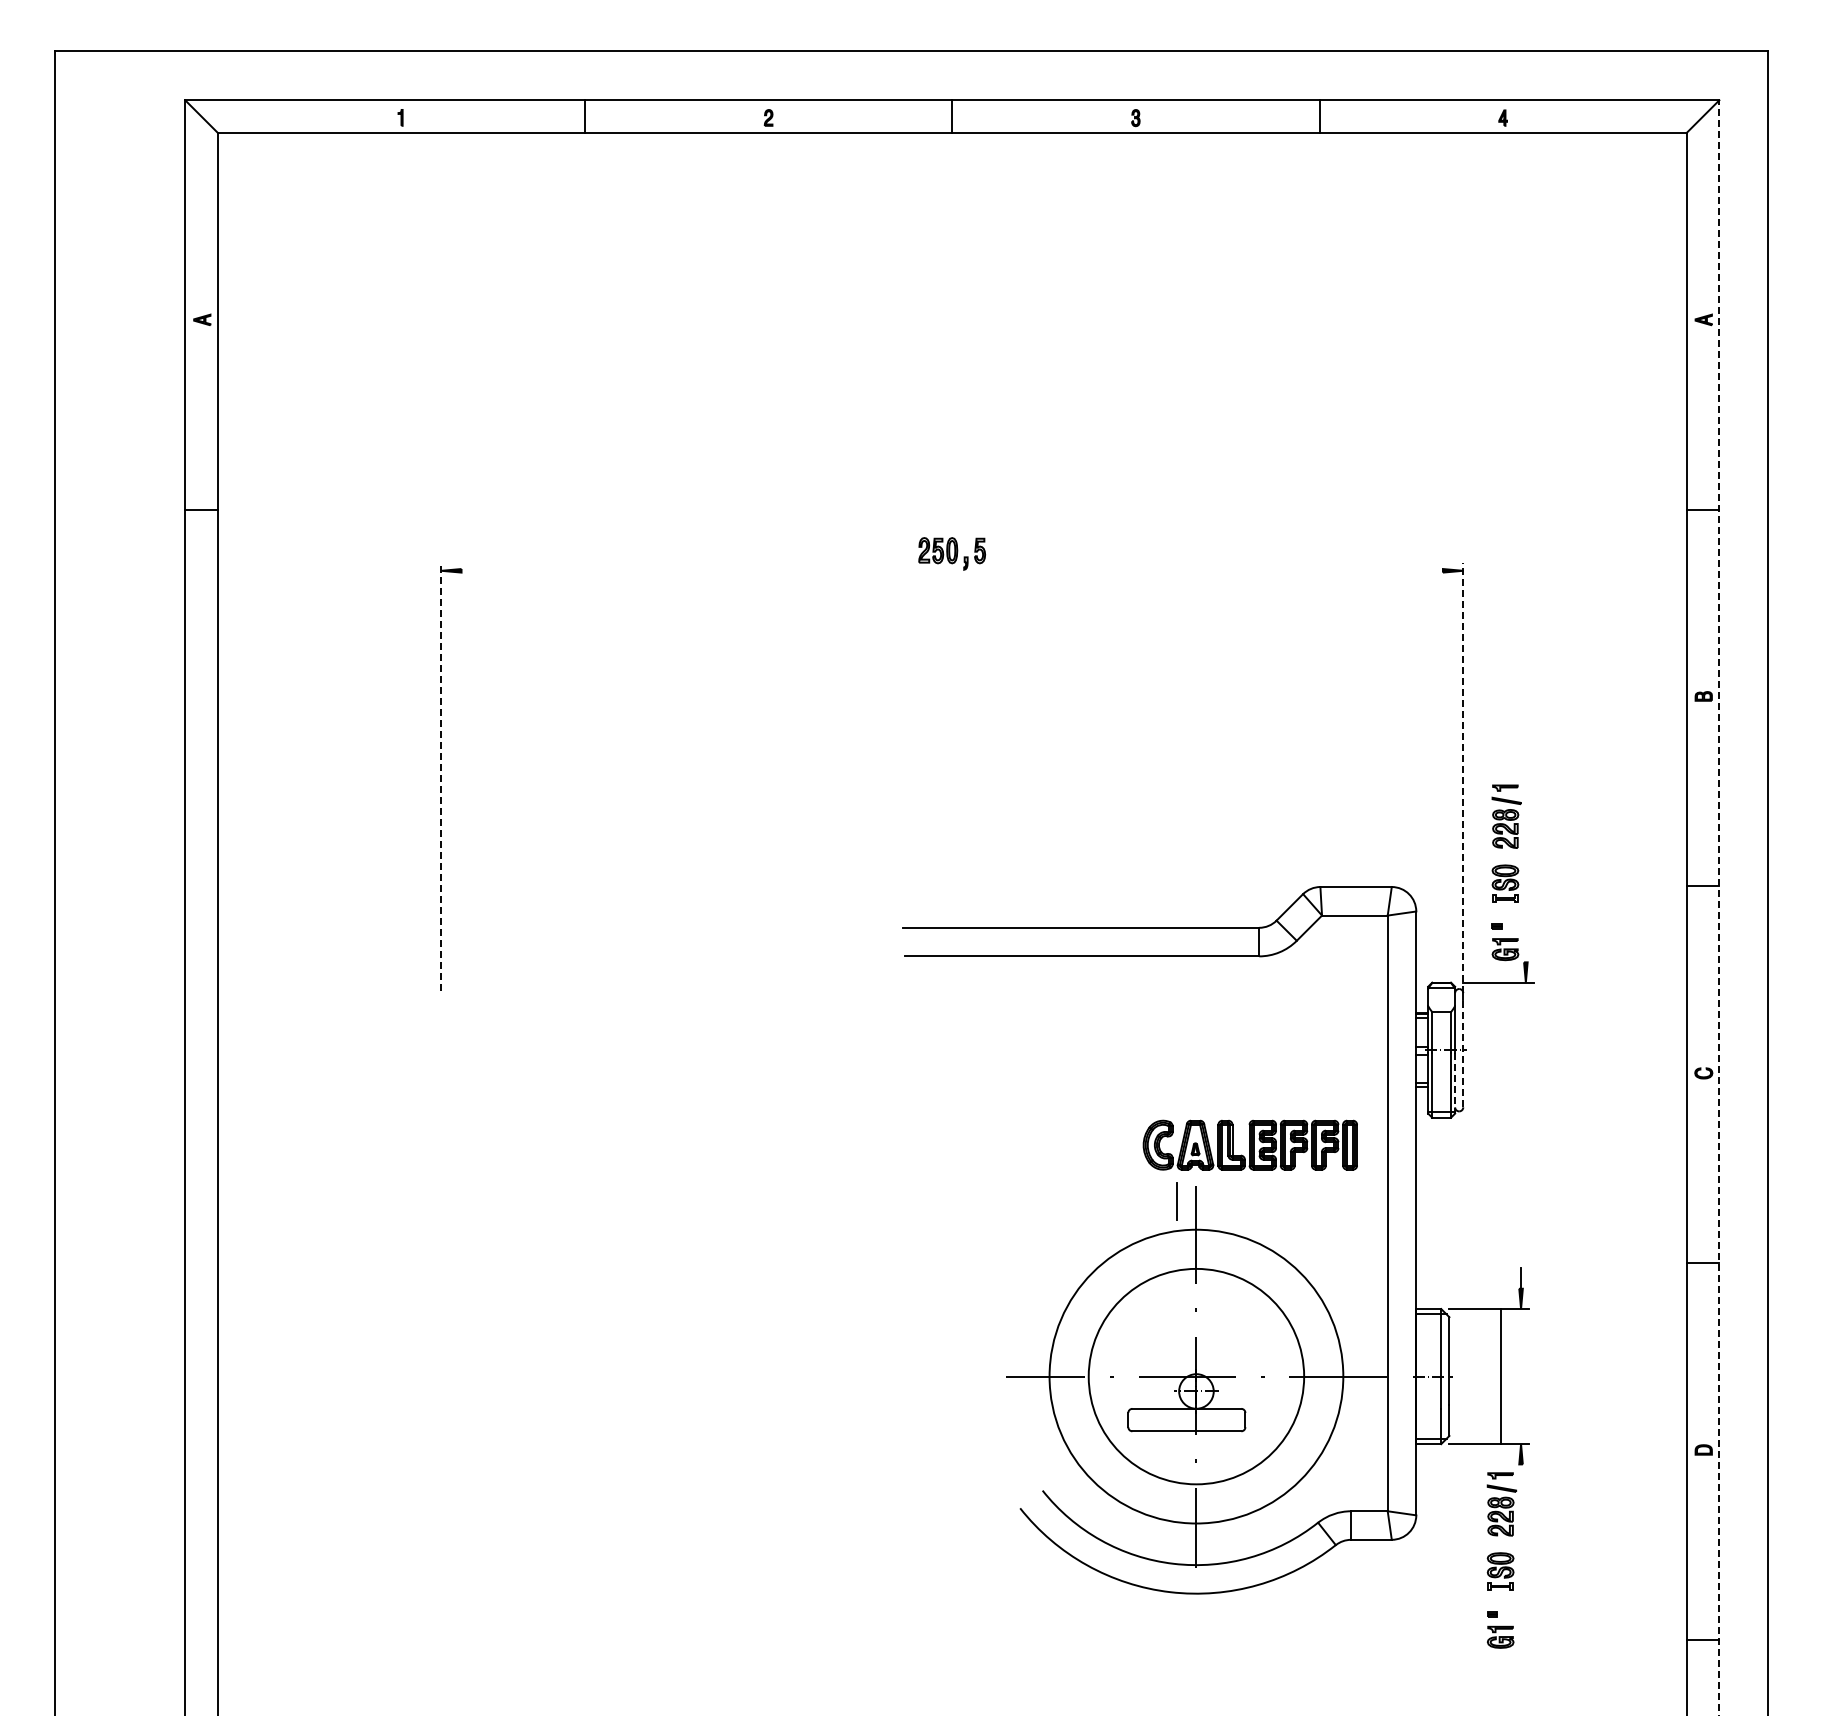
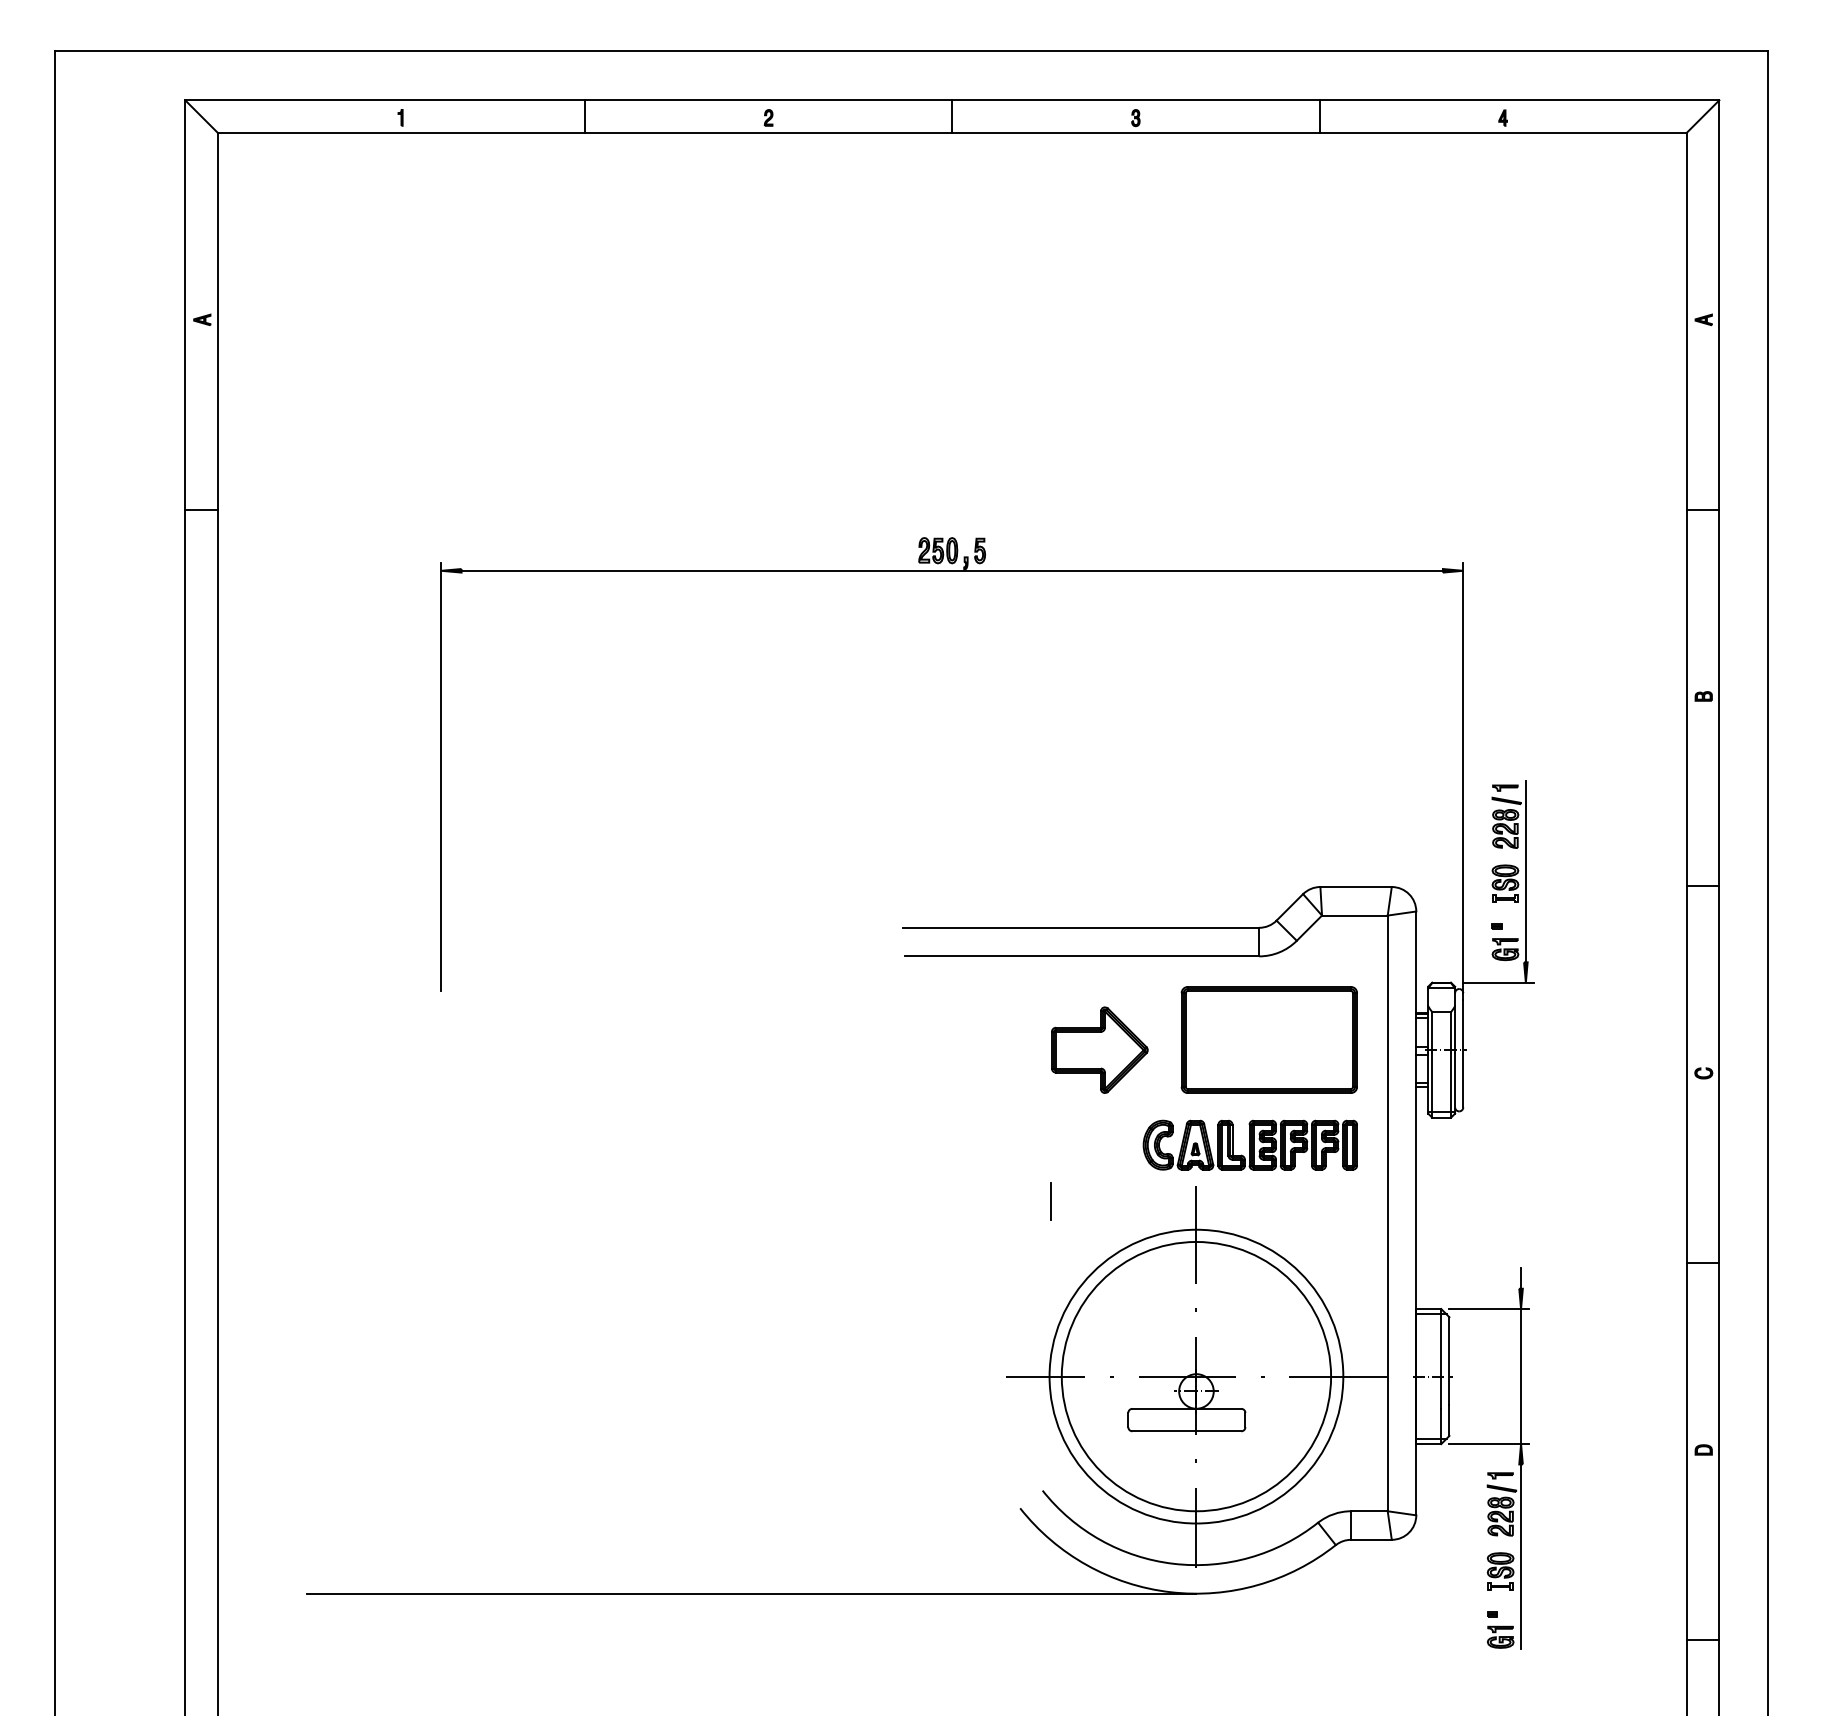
line at (951, 570): none -> present
line at (441, 776): dashed -> solid
line at (1463, 777): dashed -> solid
line at (1525, 871): none -> present
line at (1719, 907): dashed -> solid
part at (1268, 1039): none -> present
part at (1099, 1049): none -> present
line at (1463, 1053): dashed -> solid
line at (1455, 1083): dashed -> solid
line at (1176, 1201) position: (1176, 1201) -> (1050, 1201)
circle at (1196, 1376) diameter: 215 px -> 269 px
line at (1501, 1376) position: (1501, 1376) -> (1521, 1376)
line at (1521, 1556): none -> present
line at (751, 1593): none -> present
